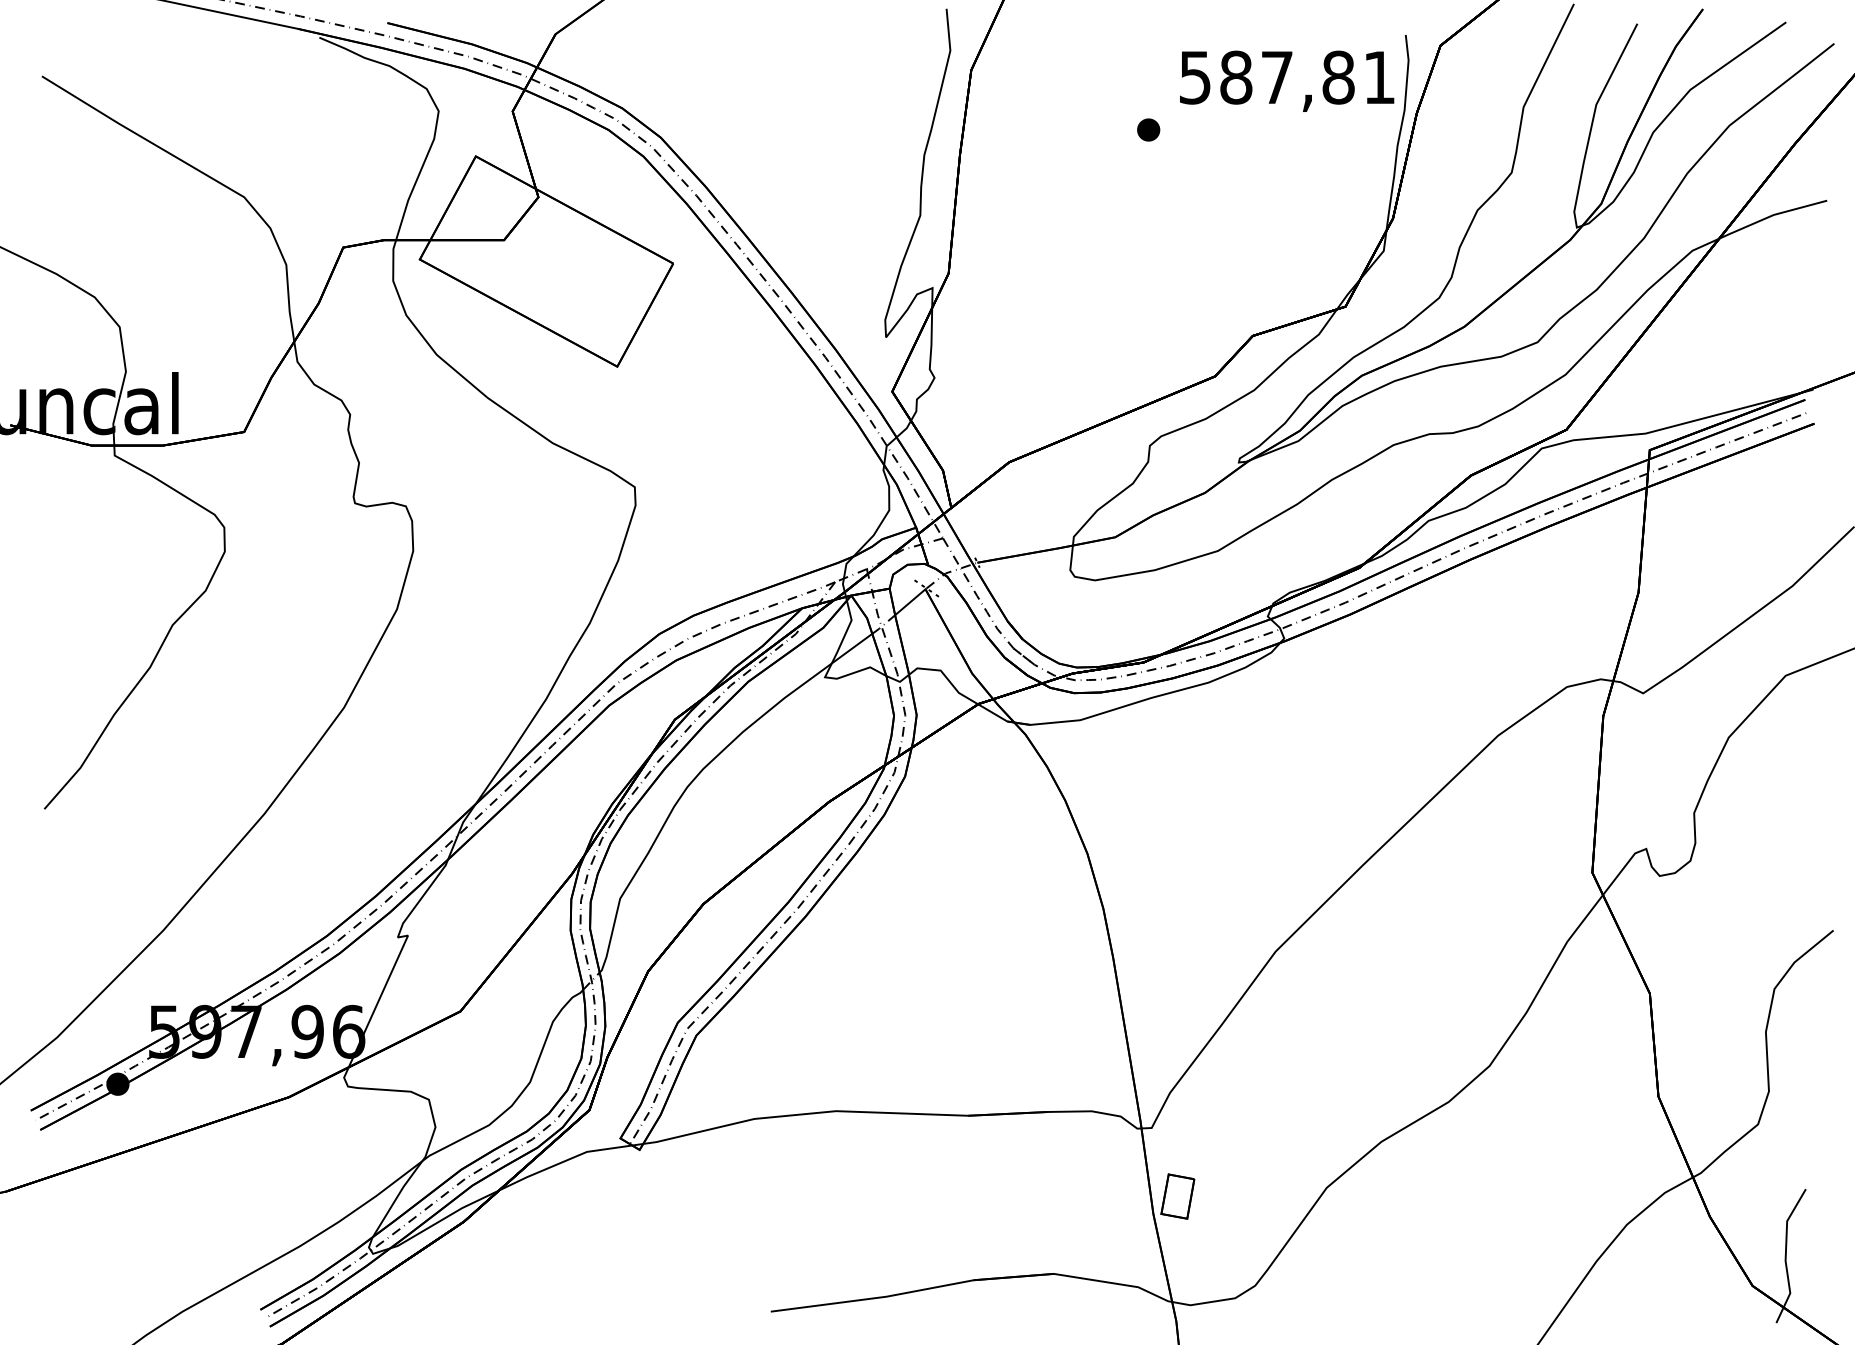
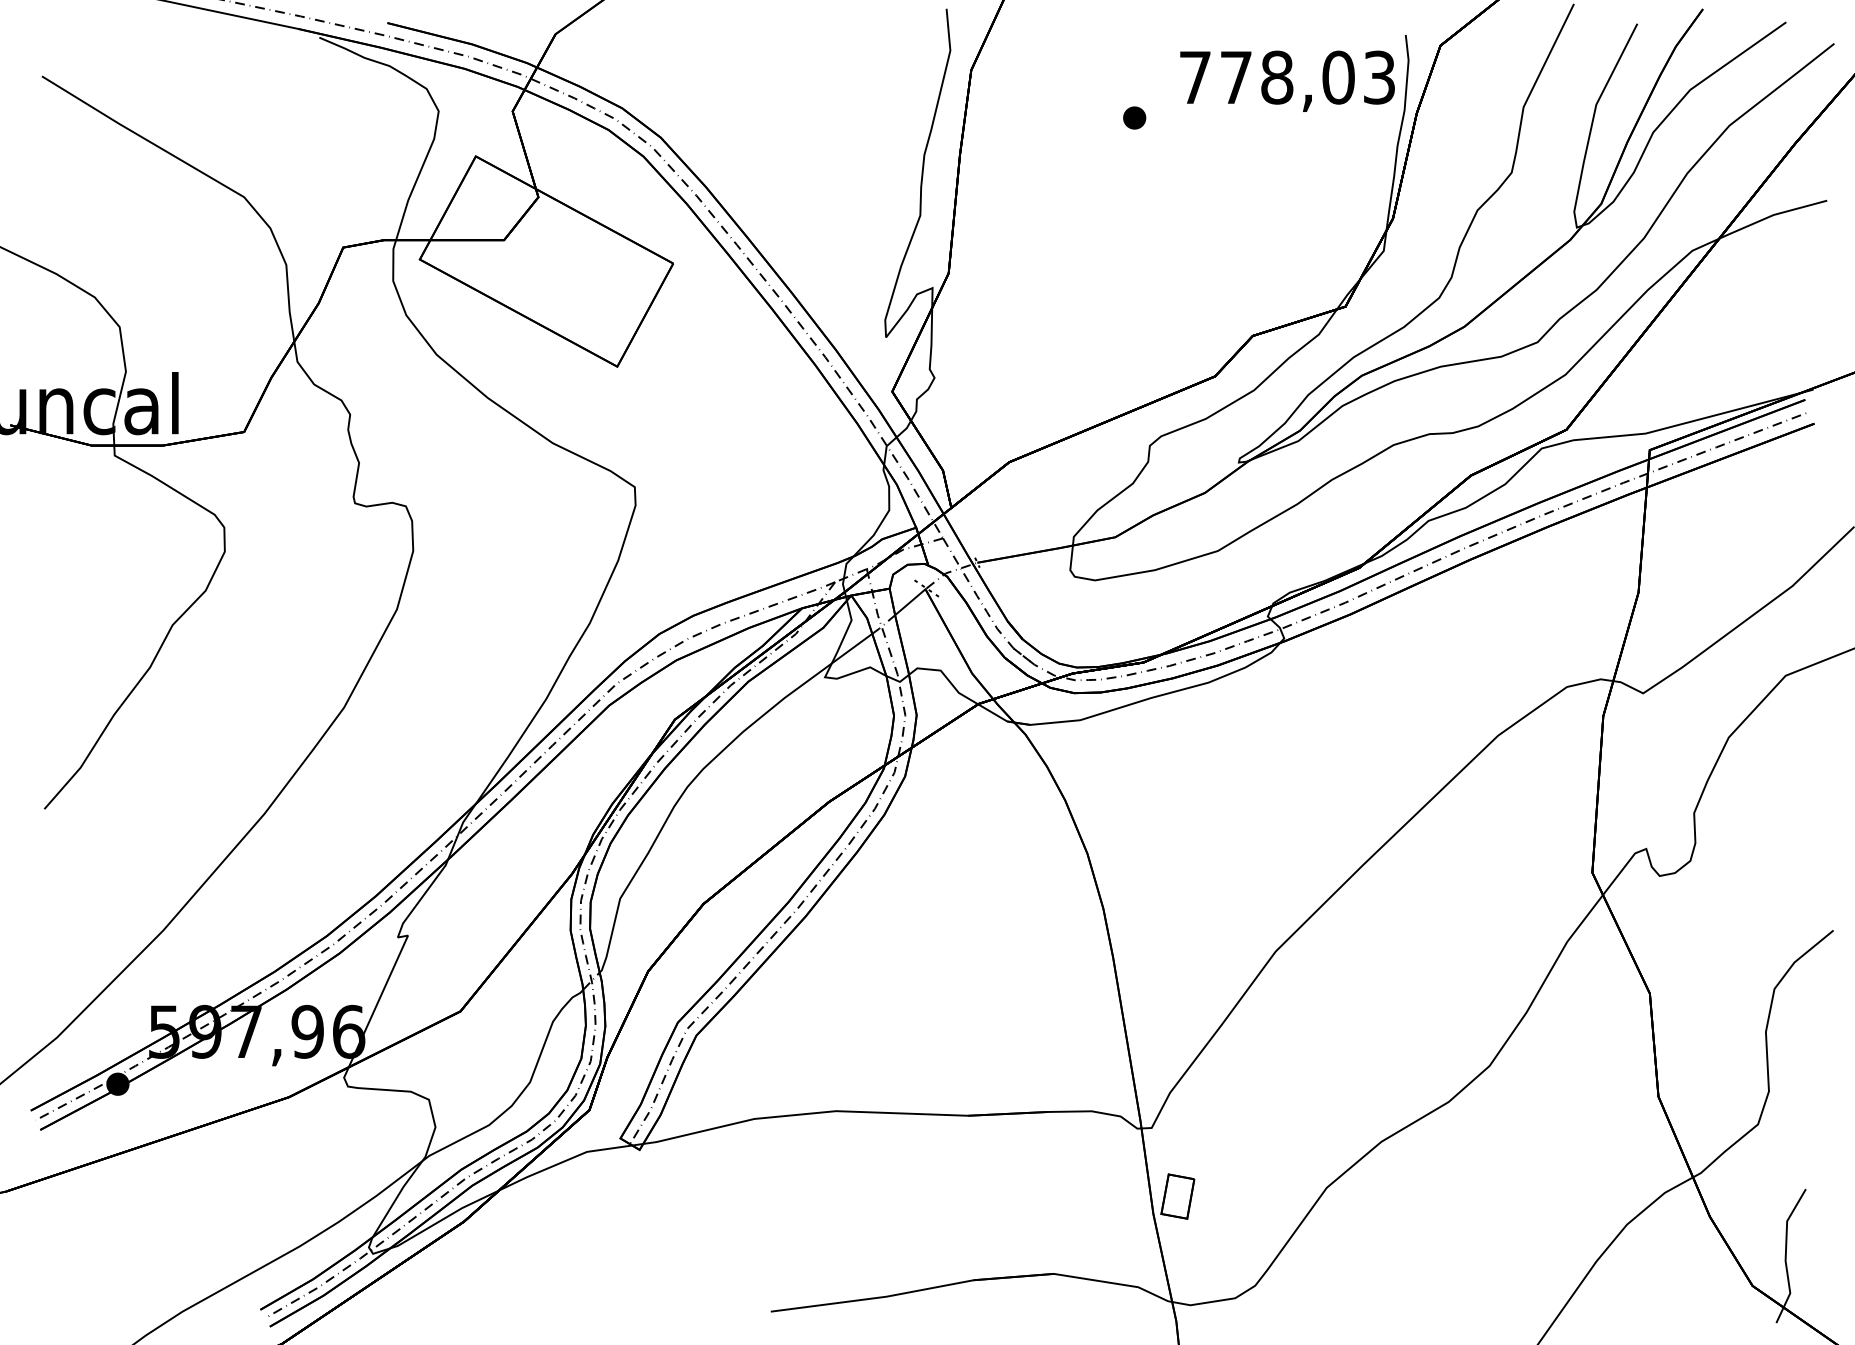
text at (1287, 77): 587,81 -> 778,03
part at (1148, 129) position: (1148, 129) -> (1134, 117)
